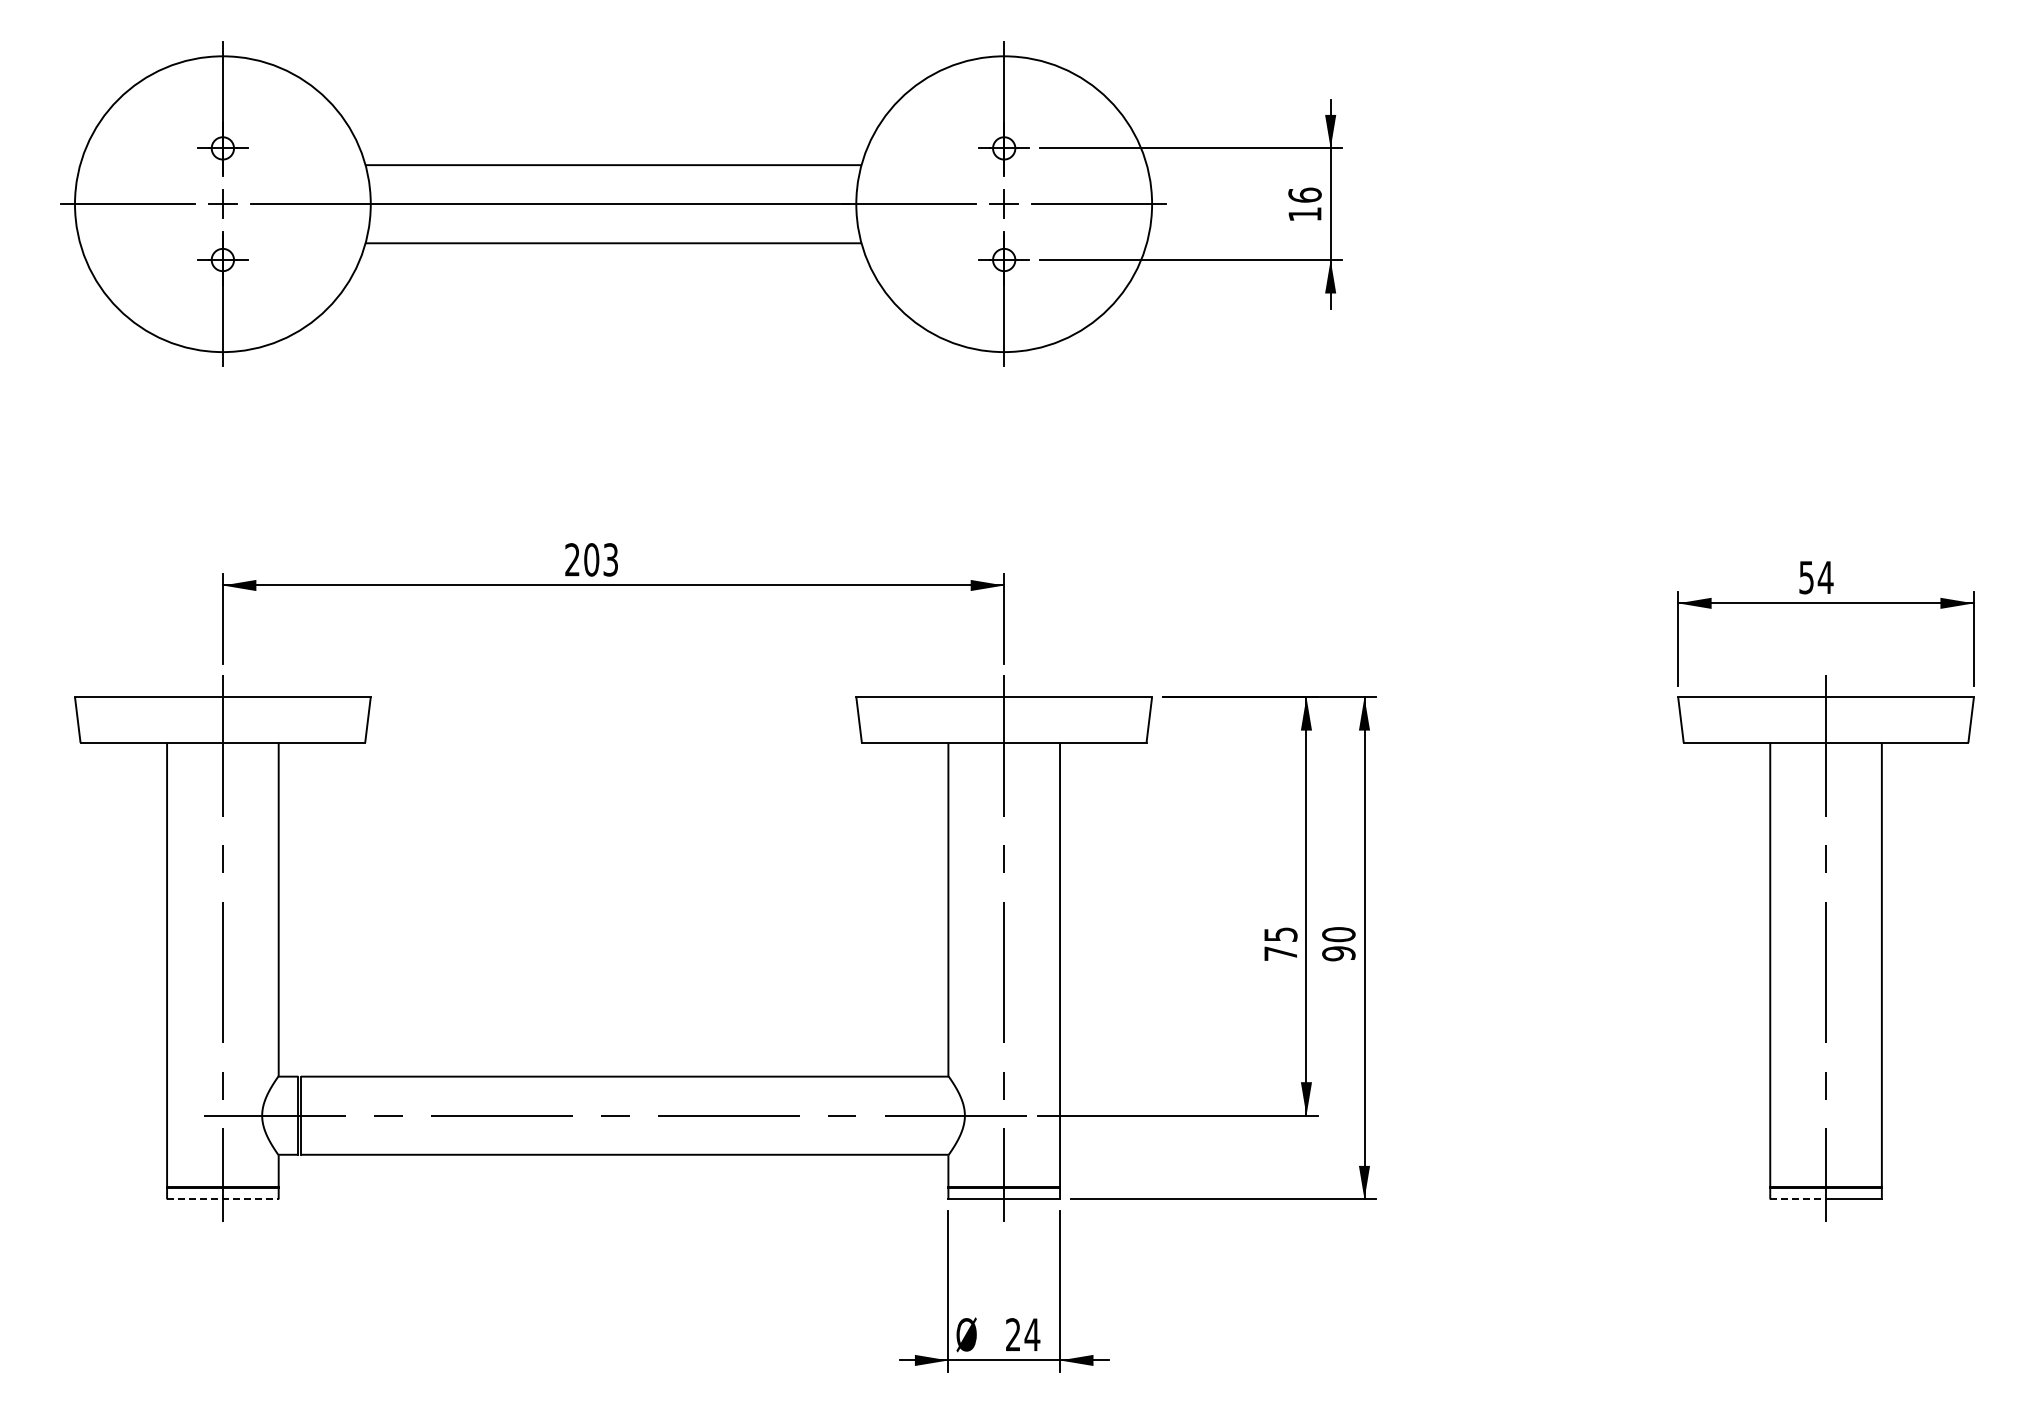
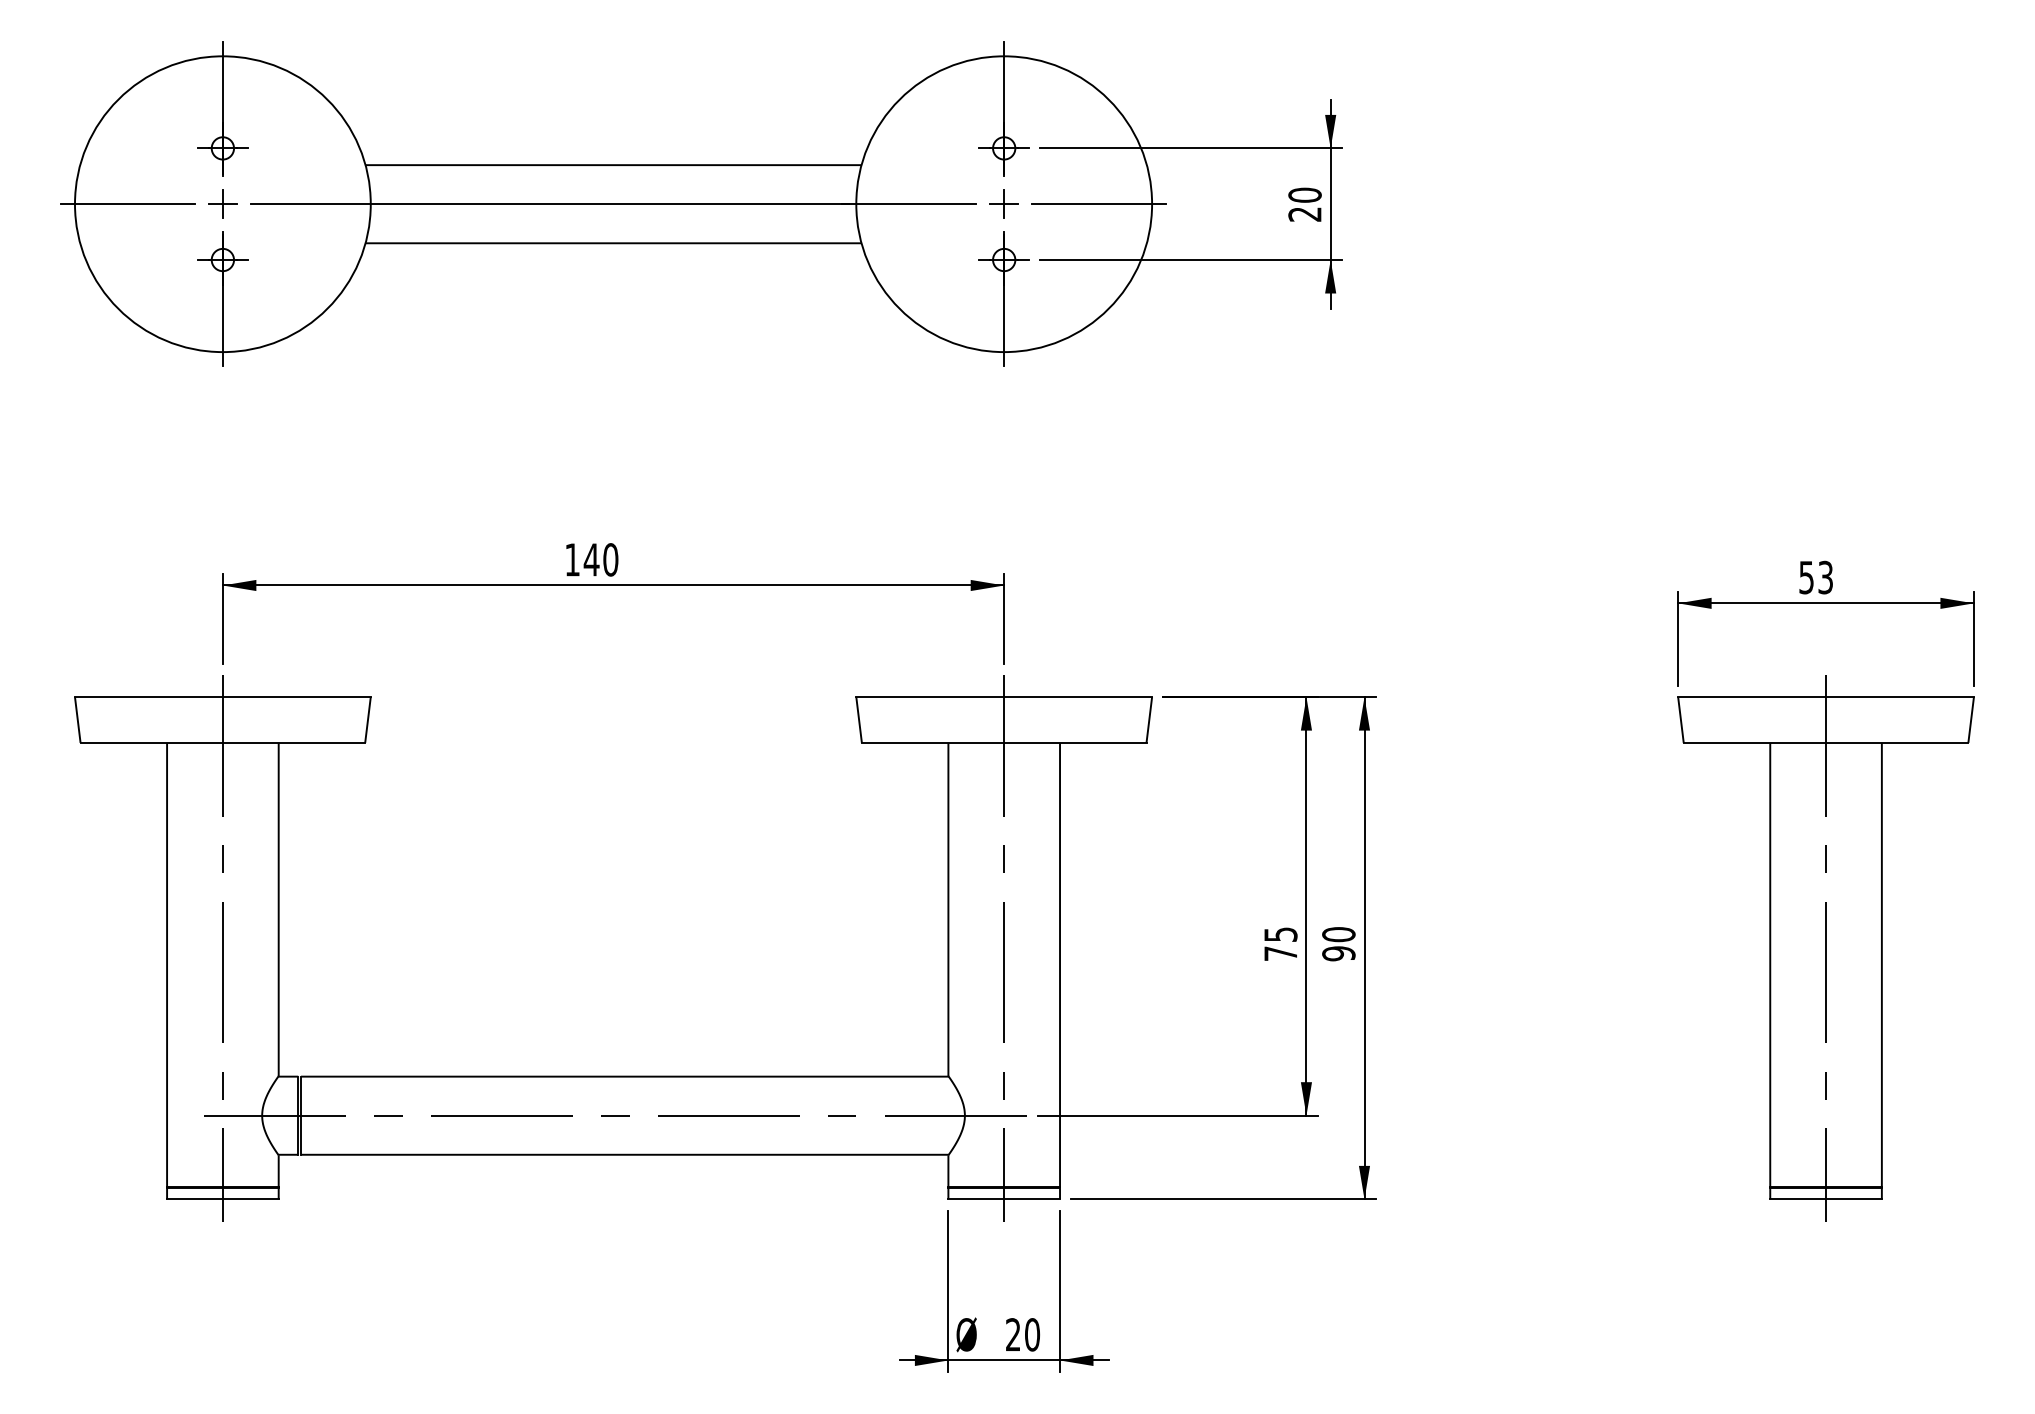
text at (1304, 204): 16 -> 20
text at (591, 559): 203 -> 140
text at (1825, 577): 54 -> 53
line at (222, 1199): dashed -> solid
line at (1798, 1199): dashed -> solid
text at (1032, 1334): 24 -> 20
